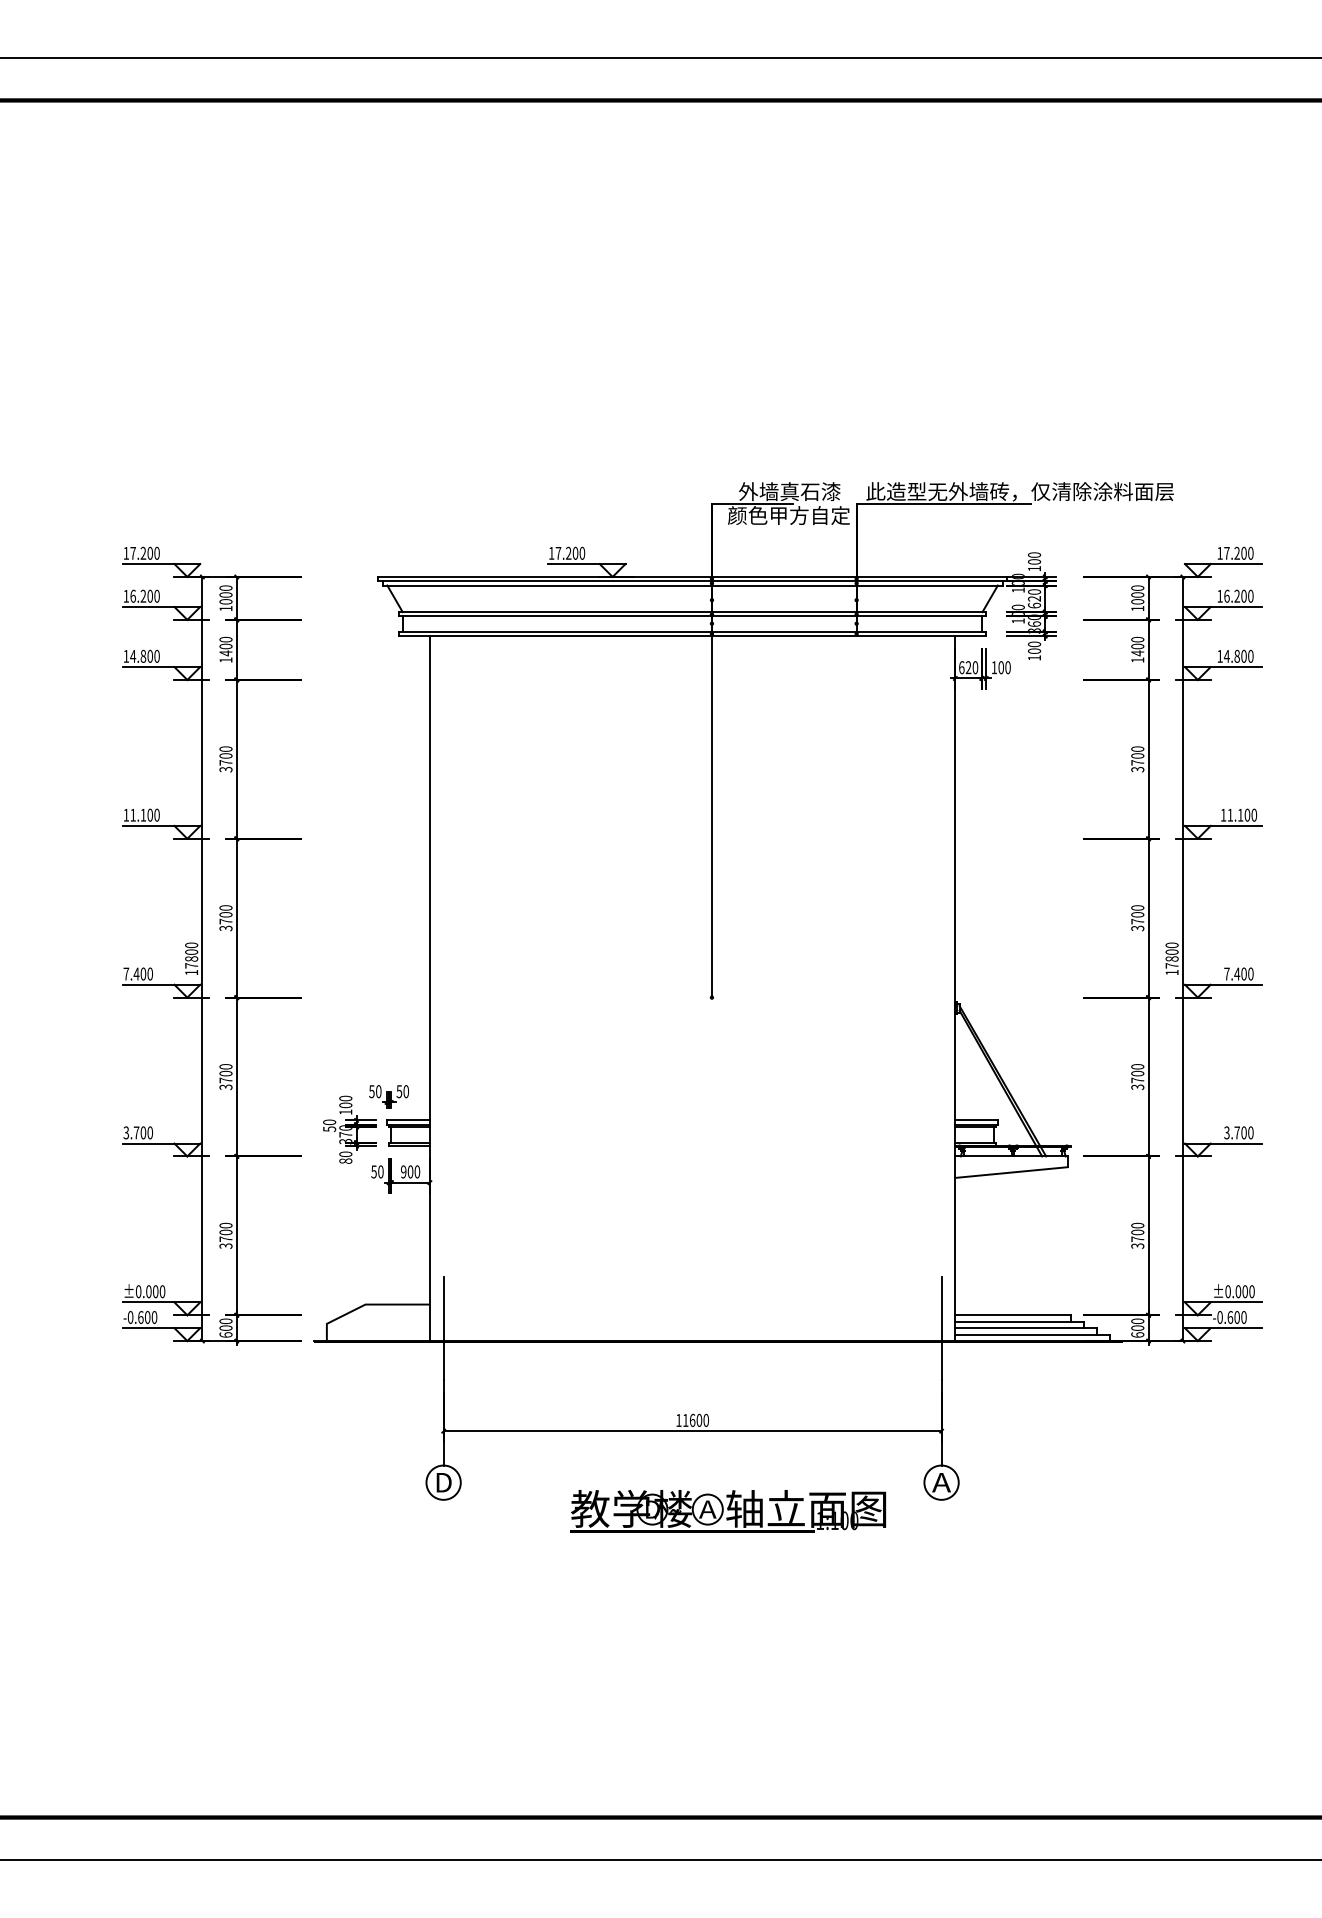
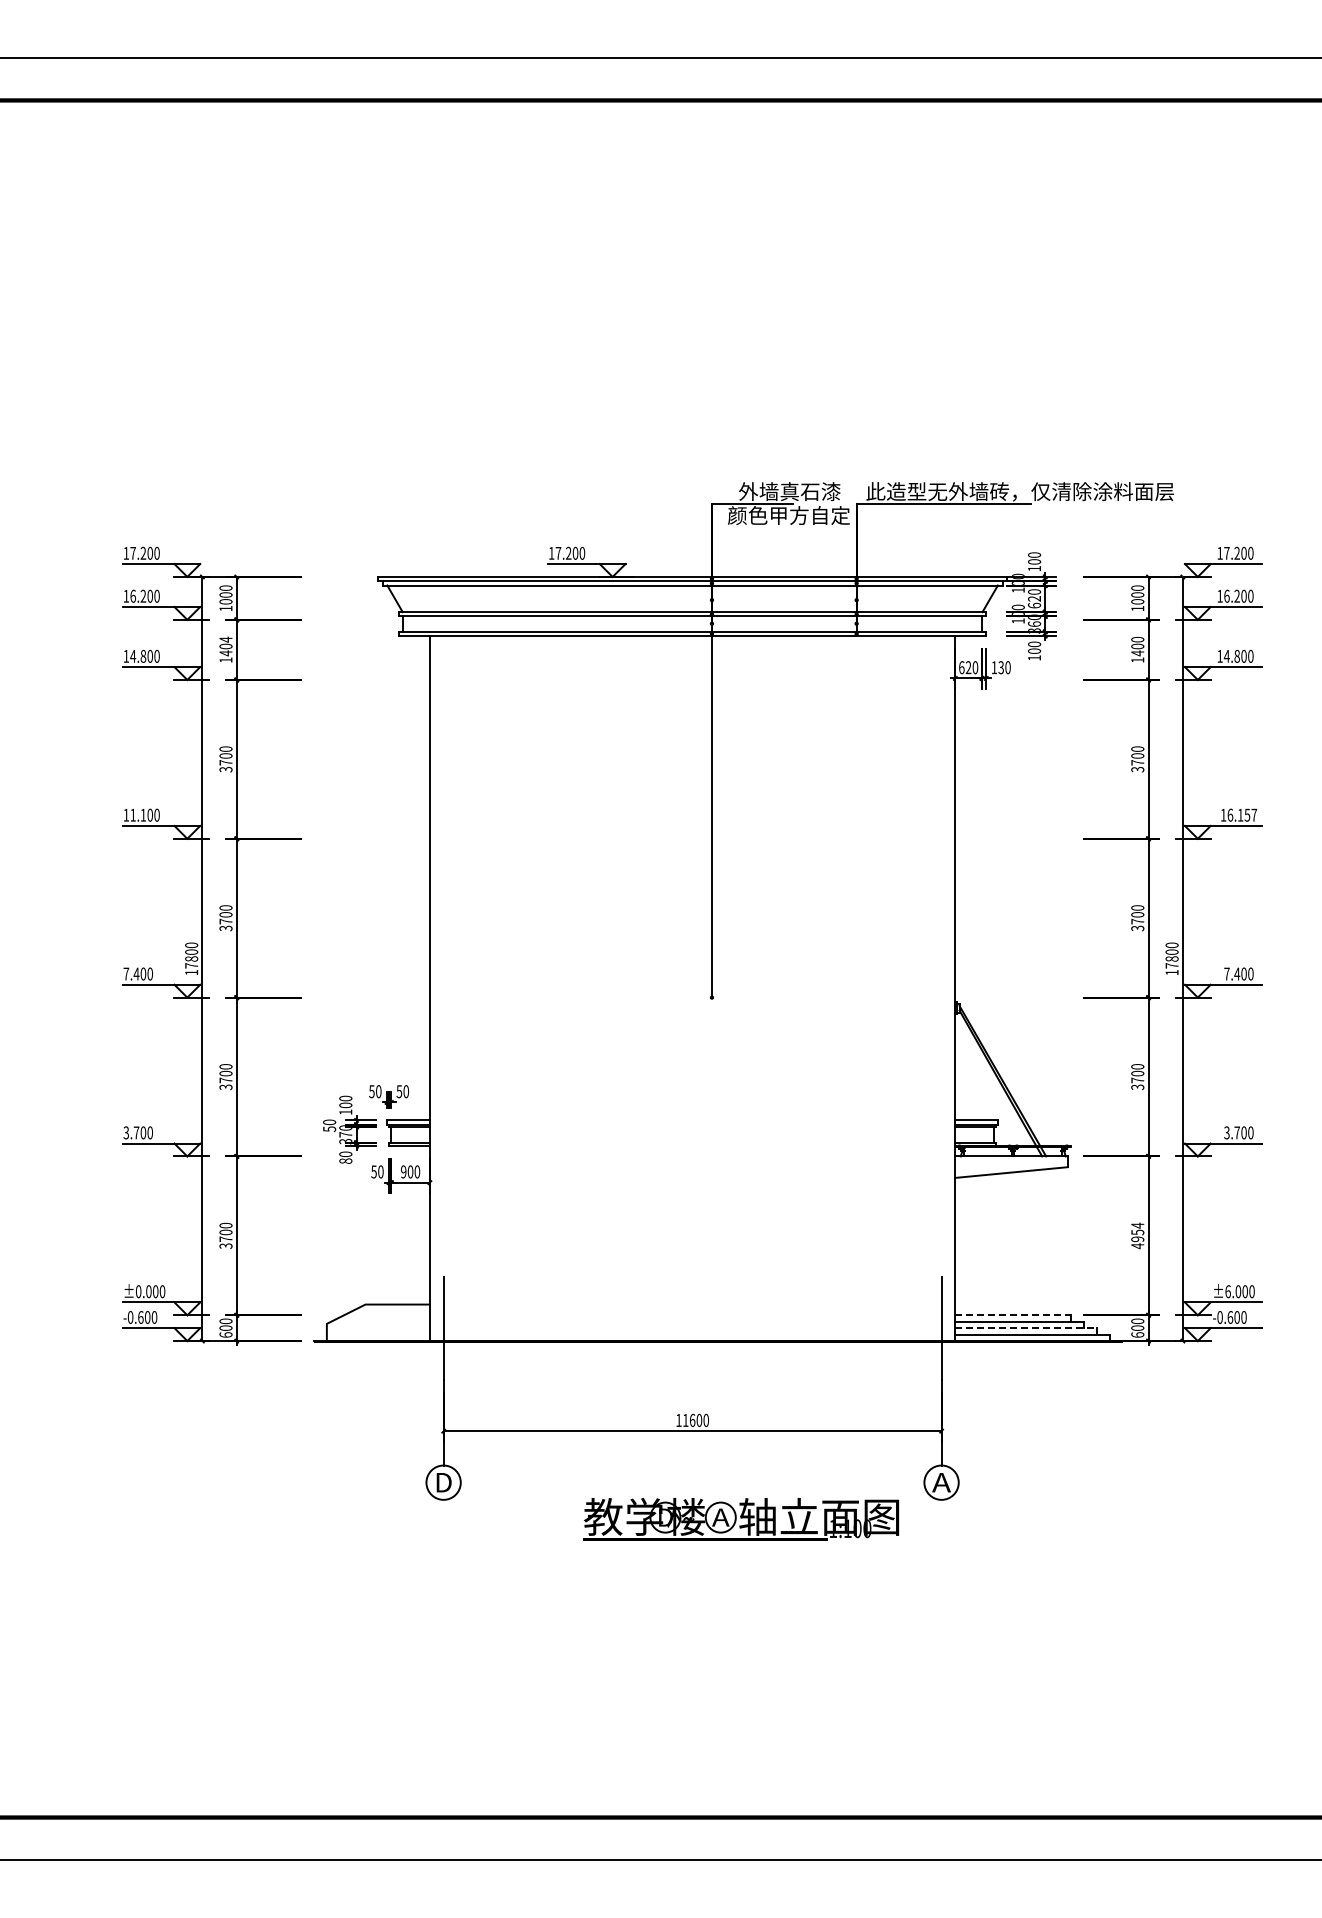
text at (225, 639): 1400 -> 1404
text at (1000, 667): 100 -> 130
text at (1242, 814): 11.100 -> 16.157
text at (1137, 1235): 3700 -> 4954
text at (1227, 1291): ±0.000 -> ±6.000
line at (1013, 1315): solid -> dashed
line at (1026, 1328): solid -> dashed
part at (728, 1511) position: (728, 1511) -> (741, 1519)
